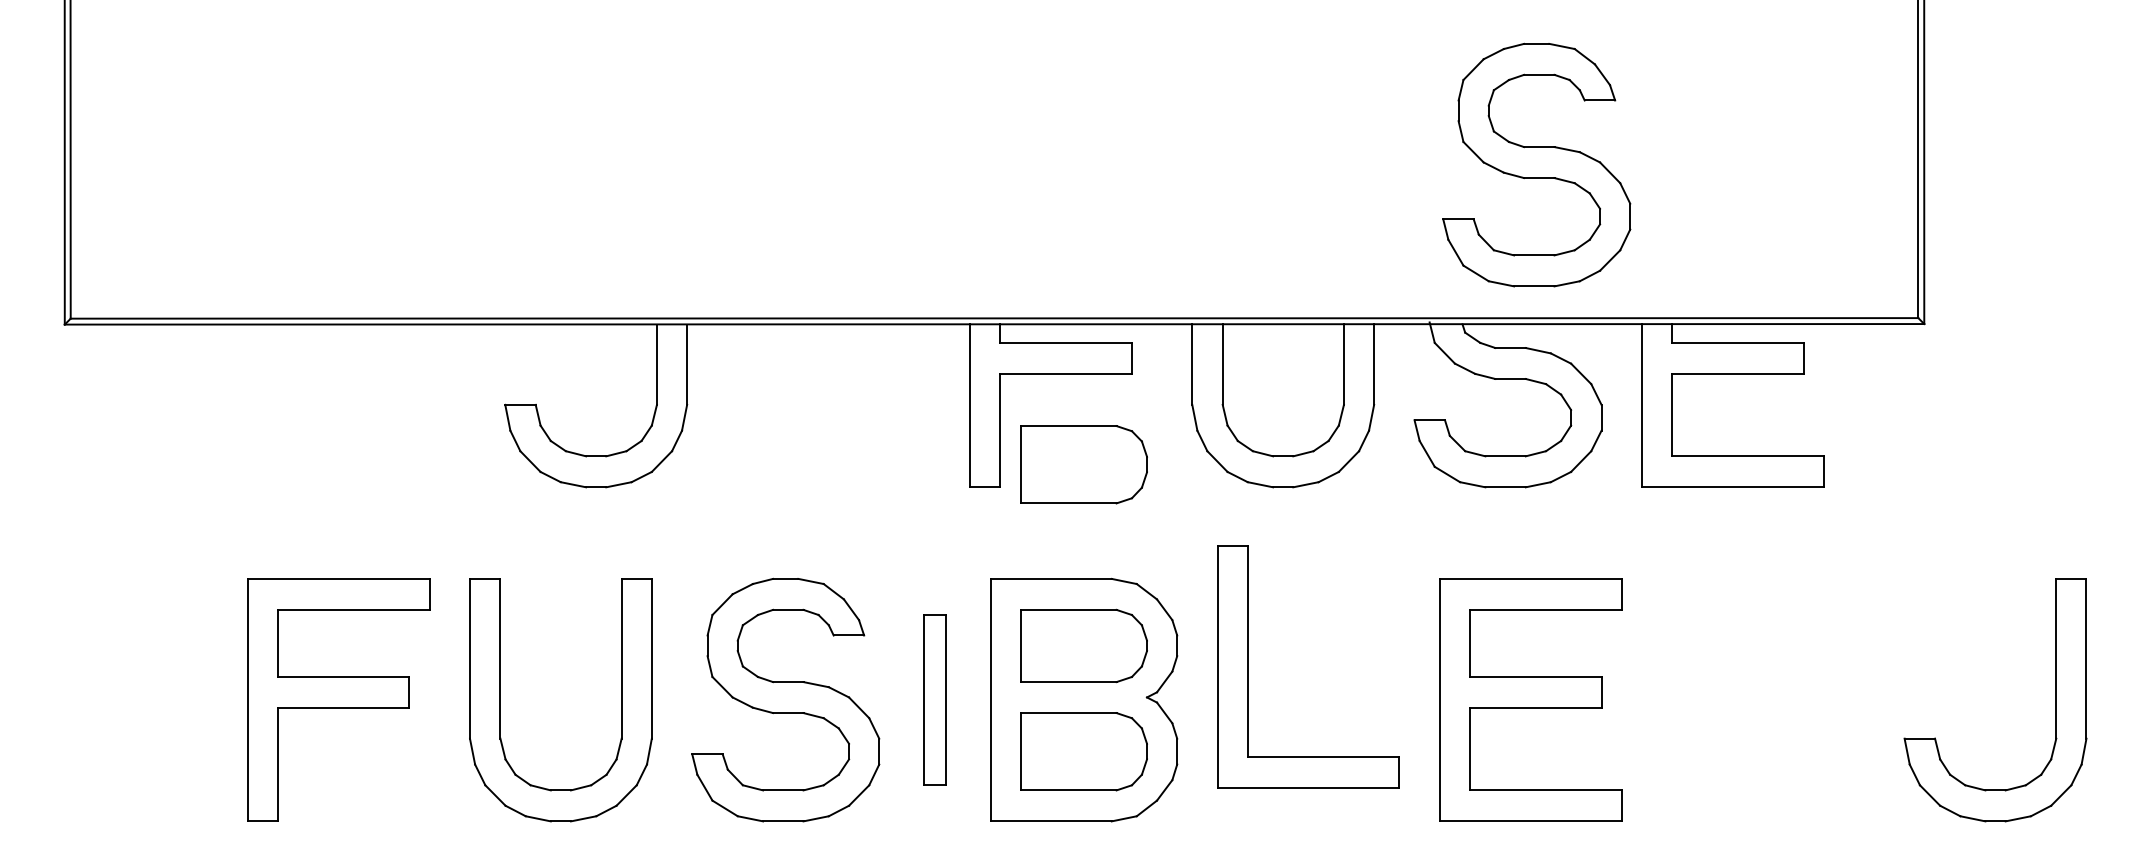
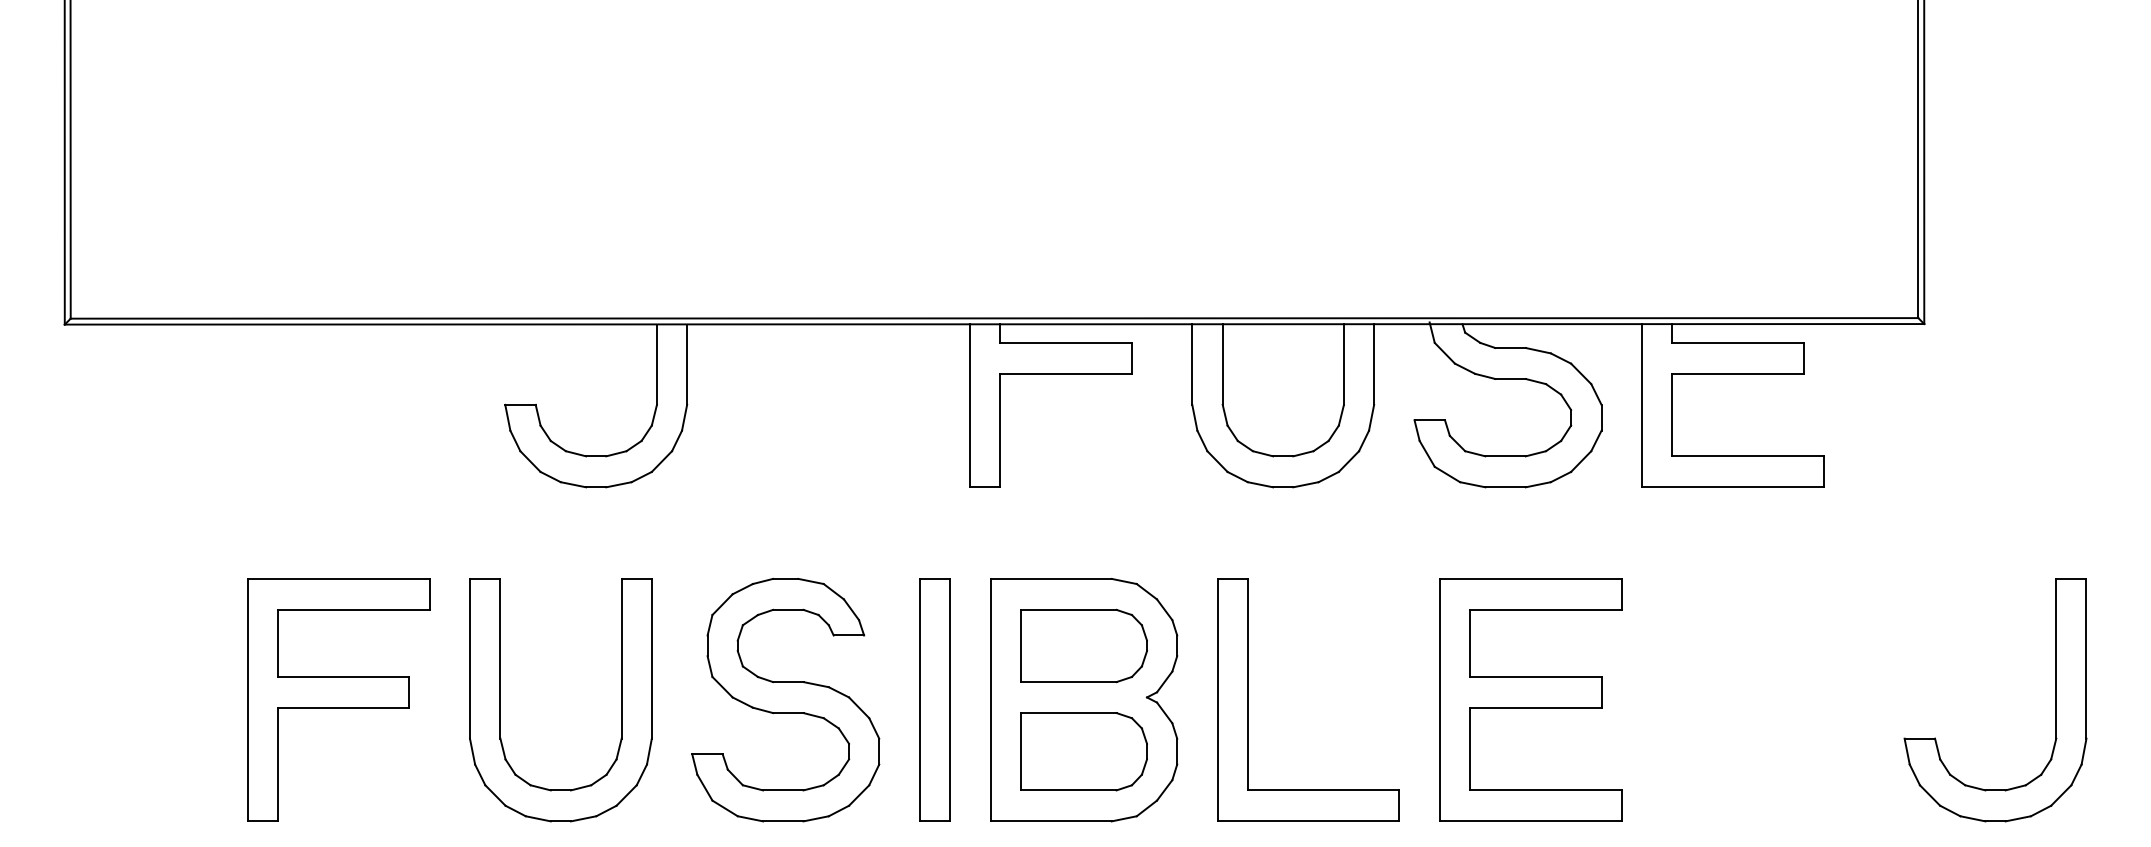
part at (1536, 164): present -> none
part at (1083, 464): present -> none
part at (1248, 666) position: (1248, 666) -> (1248, 699)
part at (934, 699) size: 24x172 px -> 32x244 px
